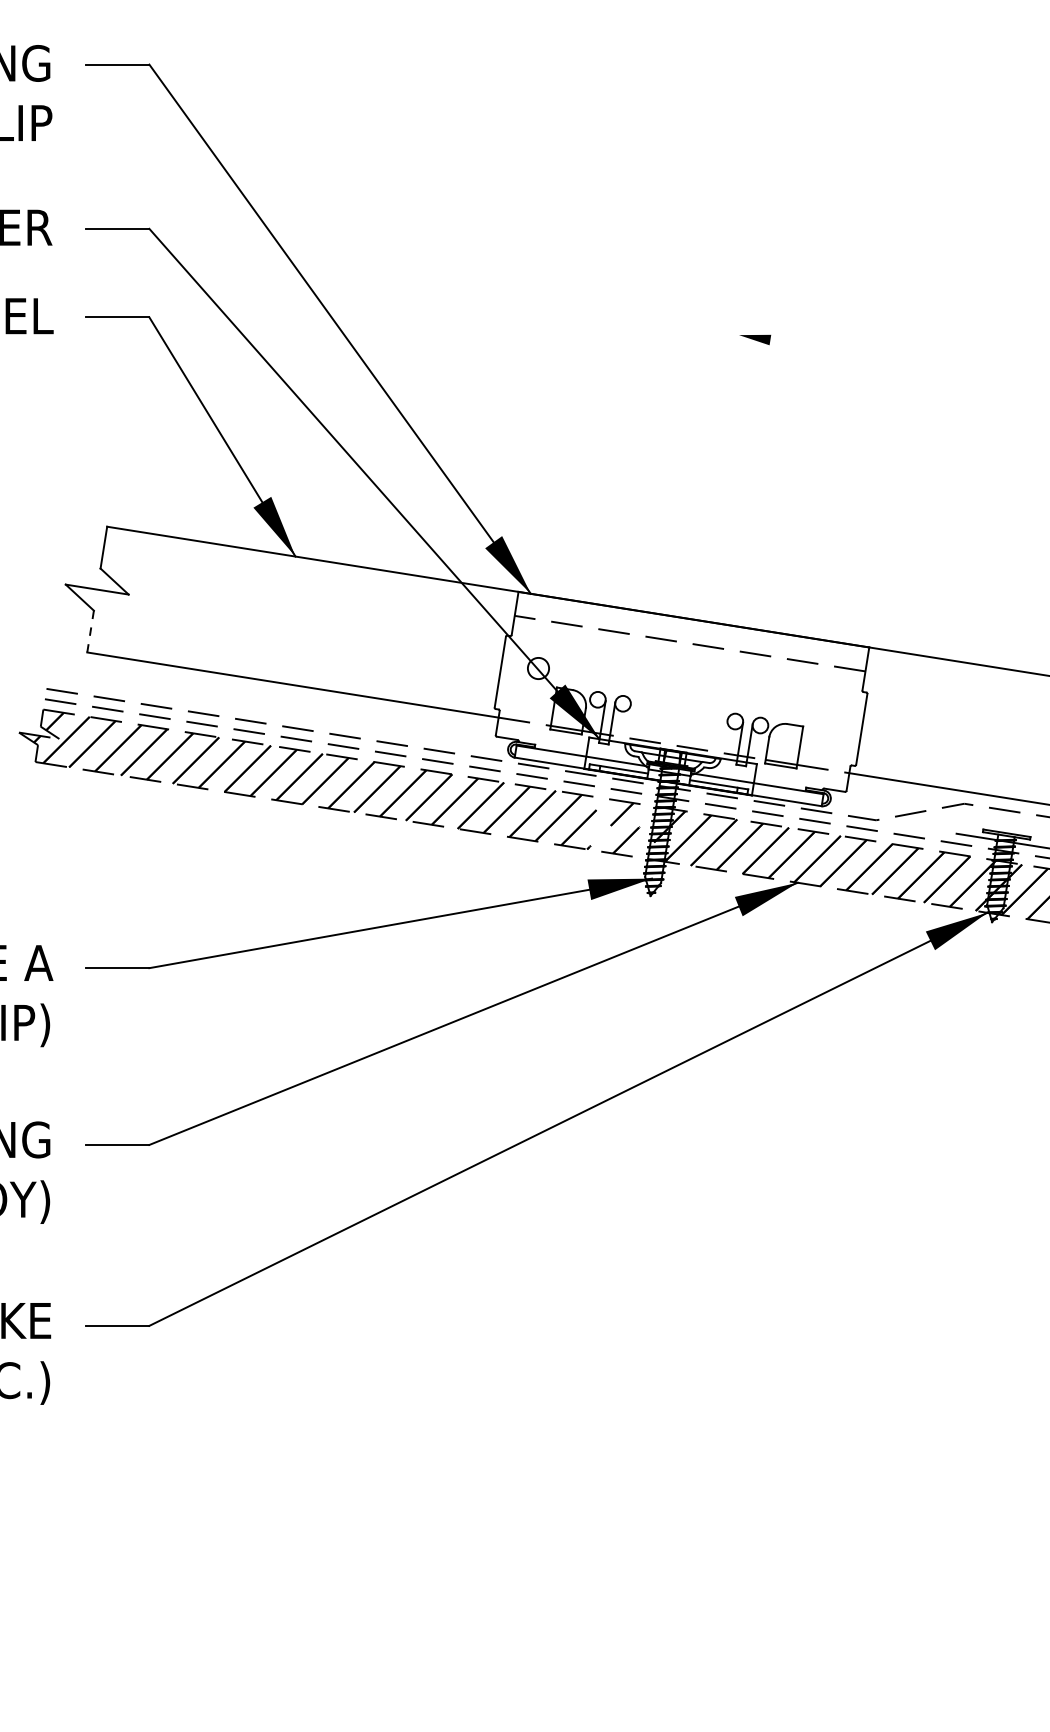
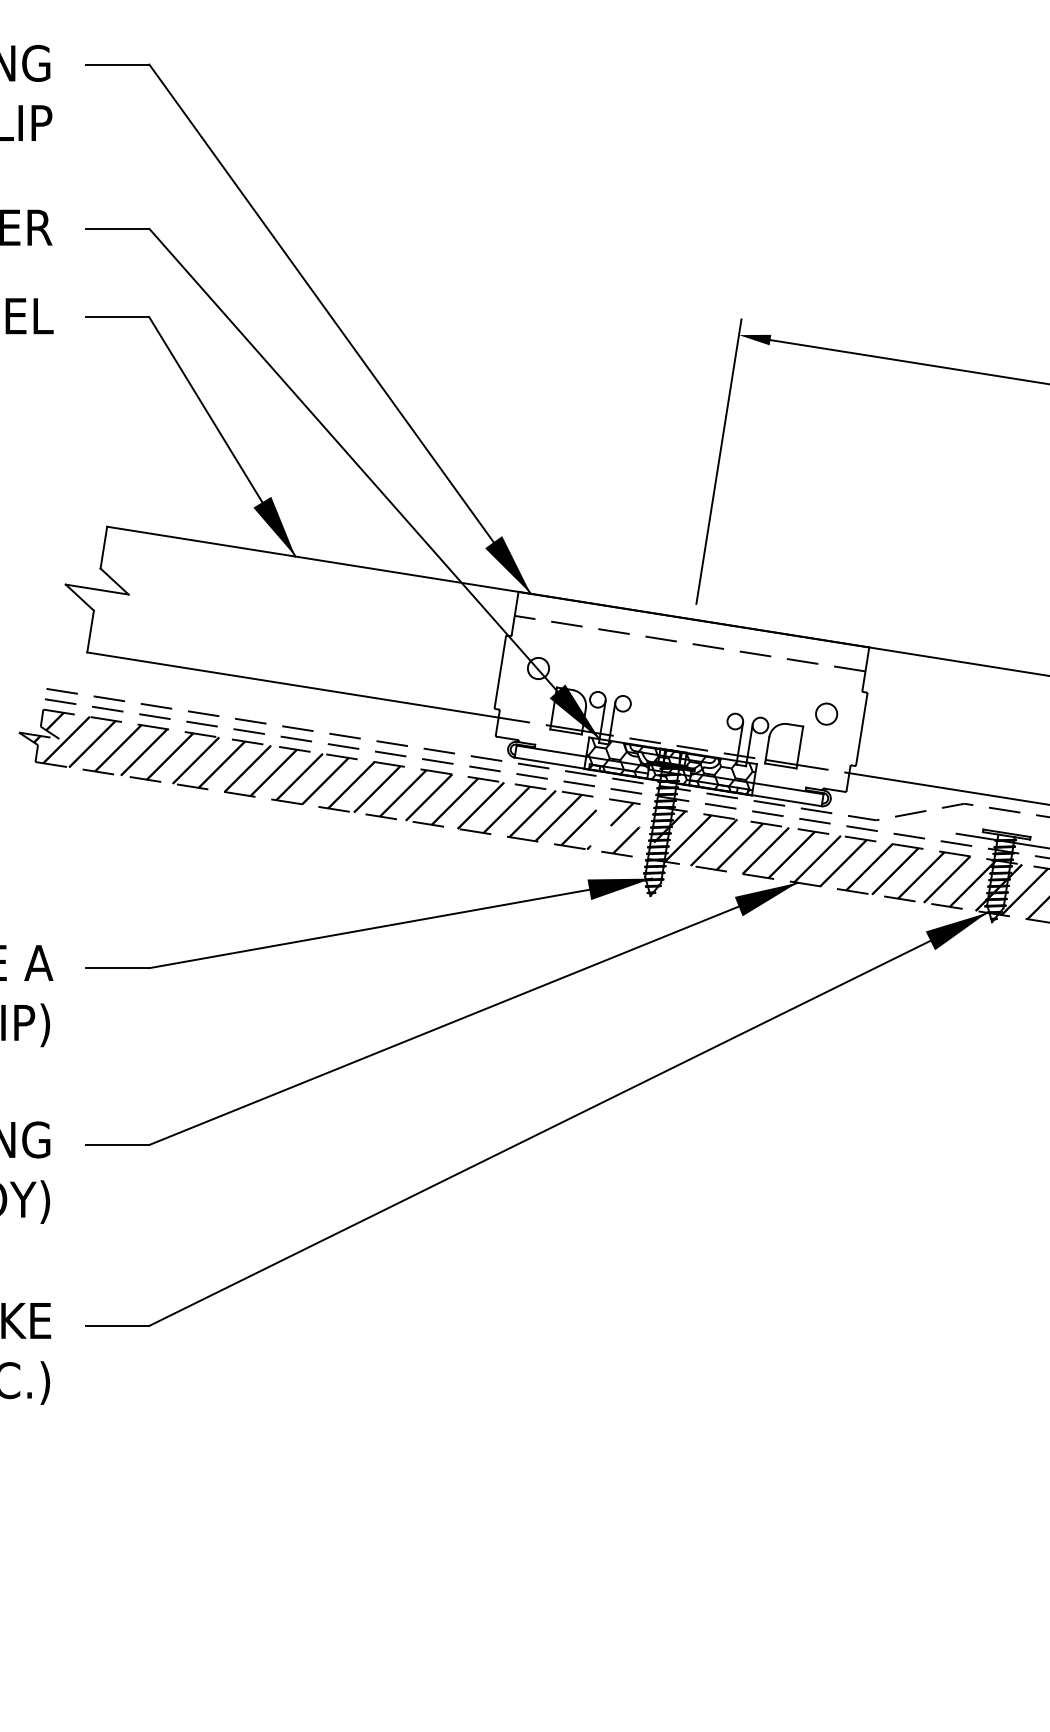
line at (908, 361): none -> present
line at (718, 461): none -> present
line at (90, 632): dashed -> solid
circle at (826, 713): none -> present
hatch at (670, 765): none -> present
